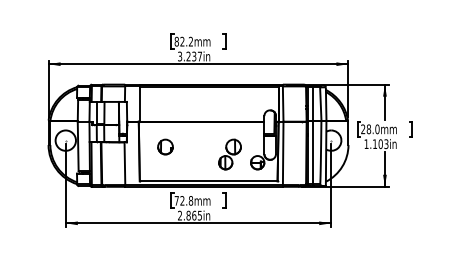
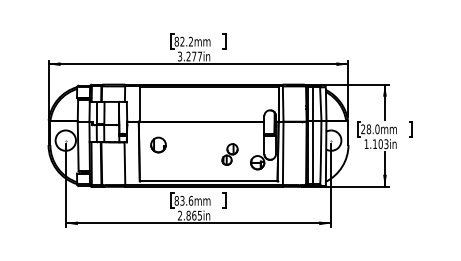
text at (194, 56): 3.237in -> 3.277in
part at (165, 146) position: (165, 146) -> (158, 144)
part at (229, 154) size: 24x33 px -> 18x23 px
text at (183, 200): 72.8mm -> 83.6mm
